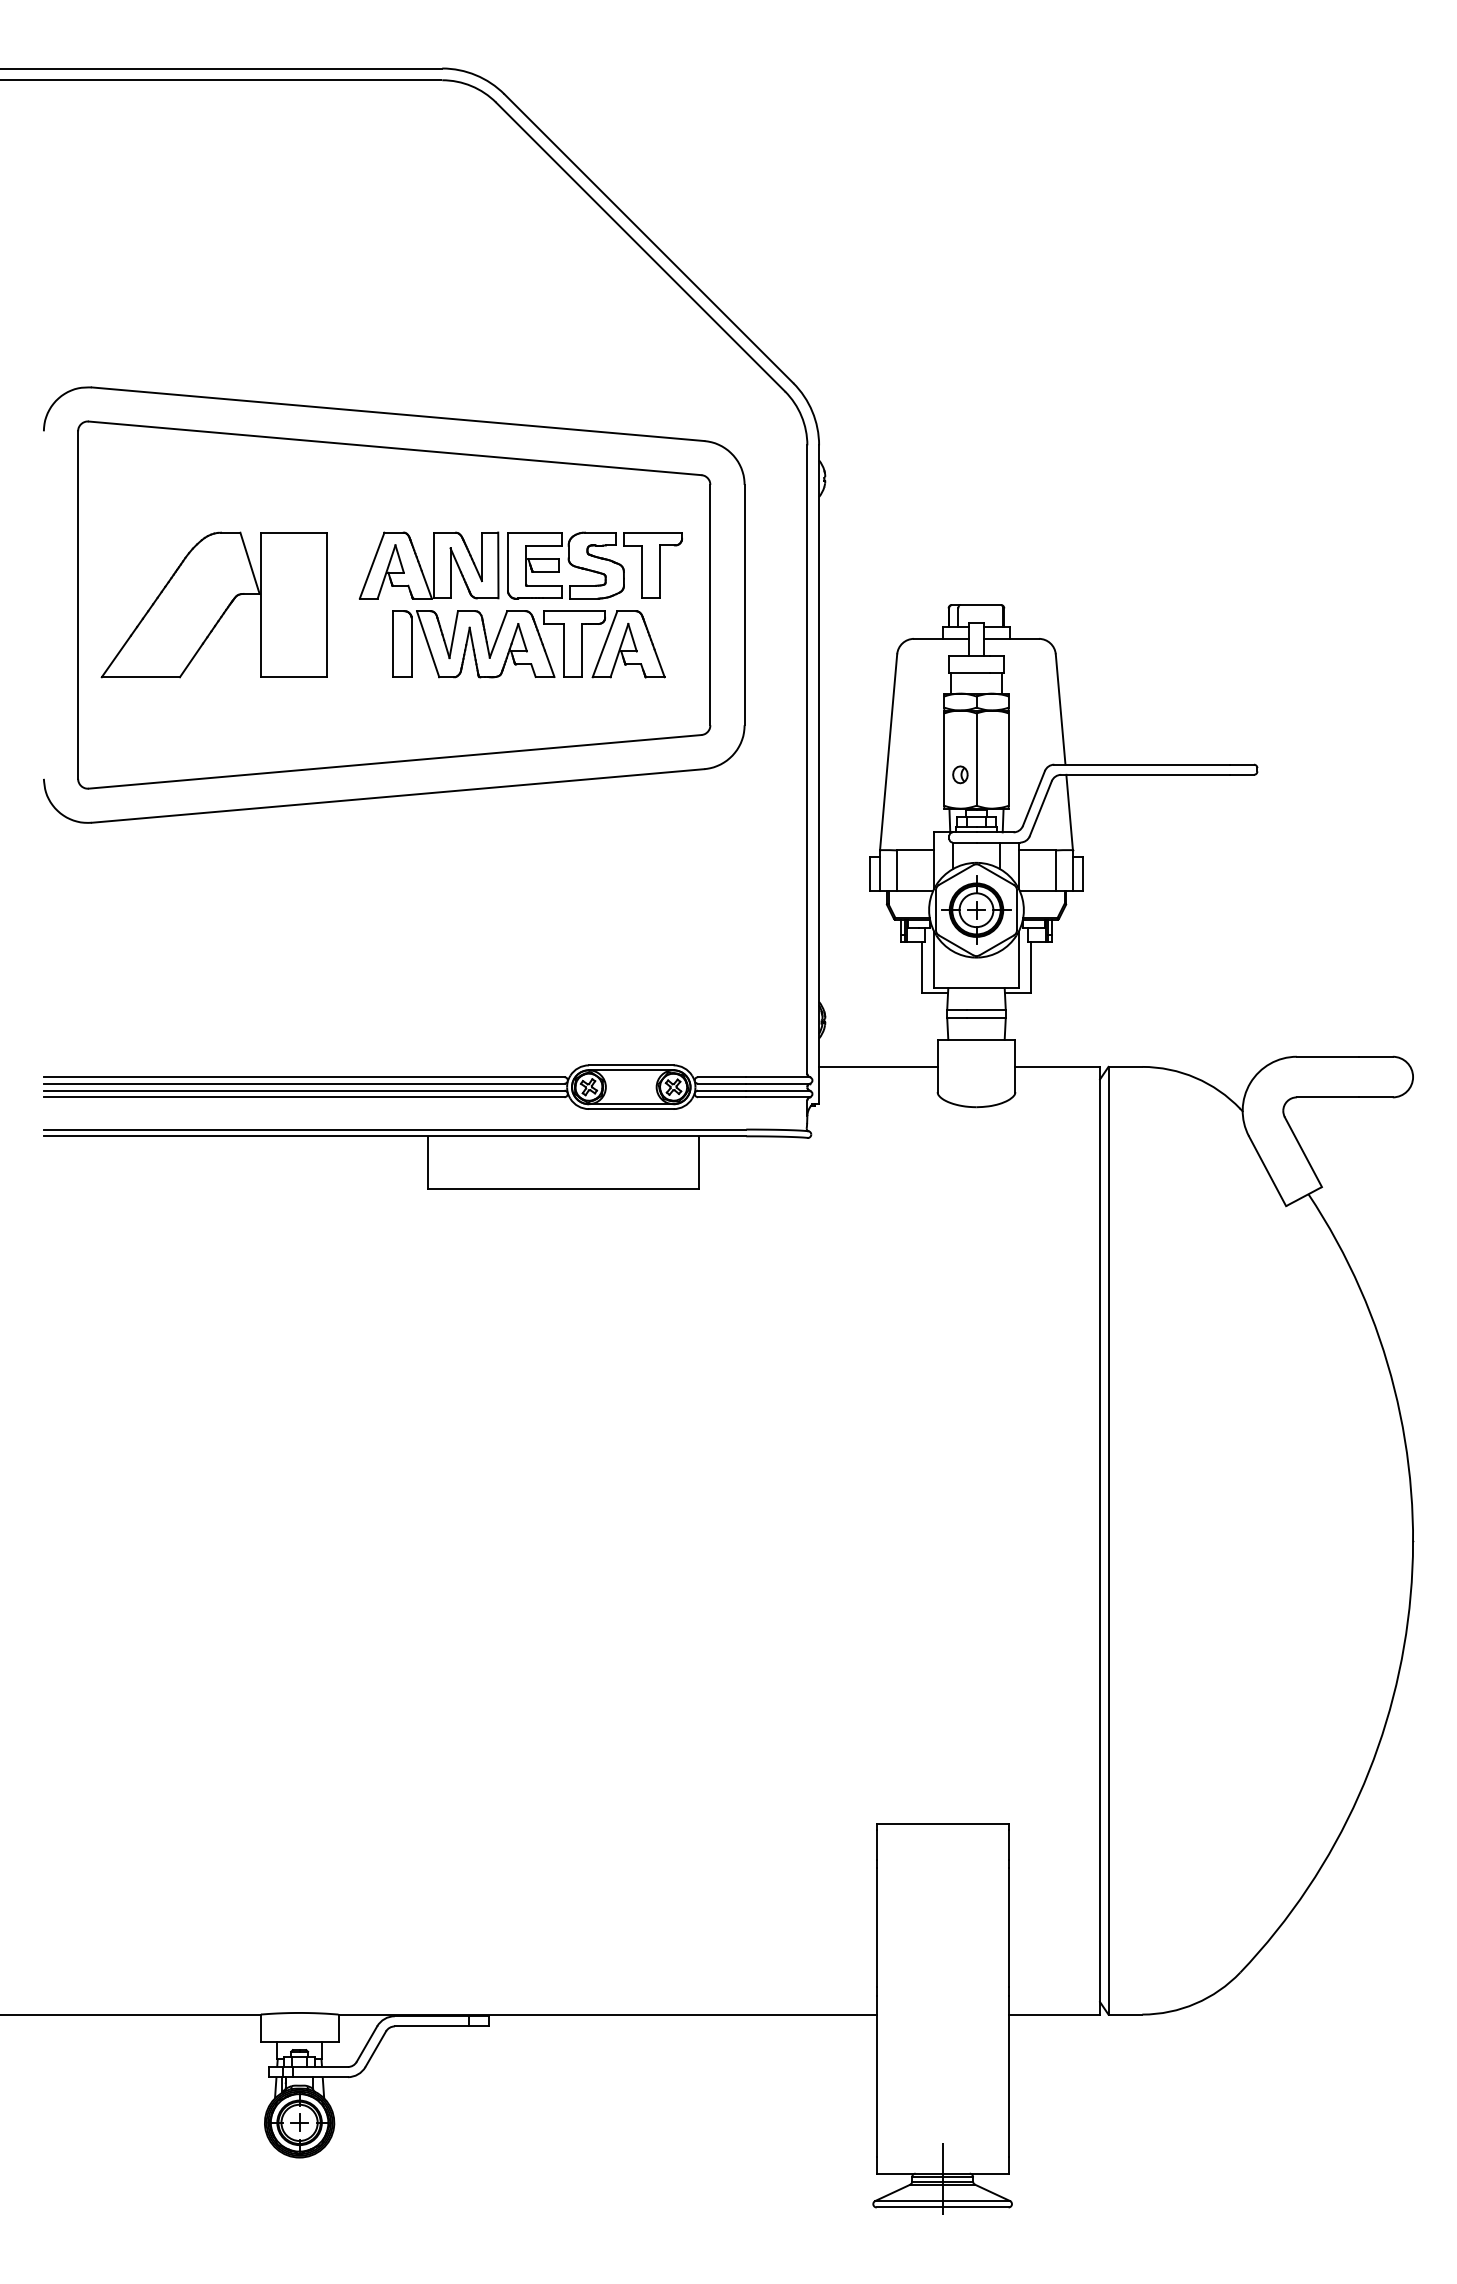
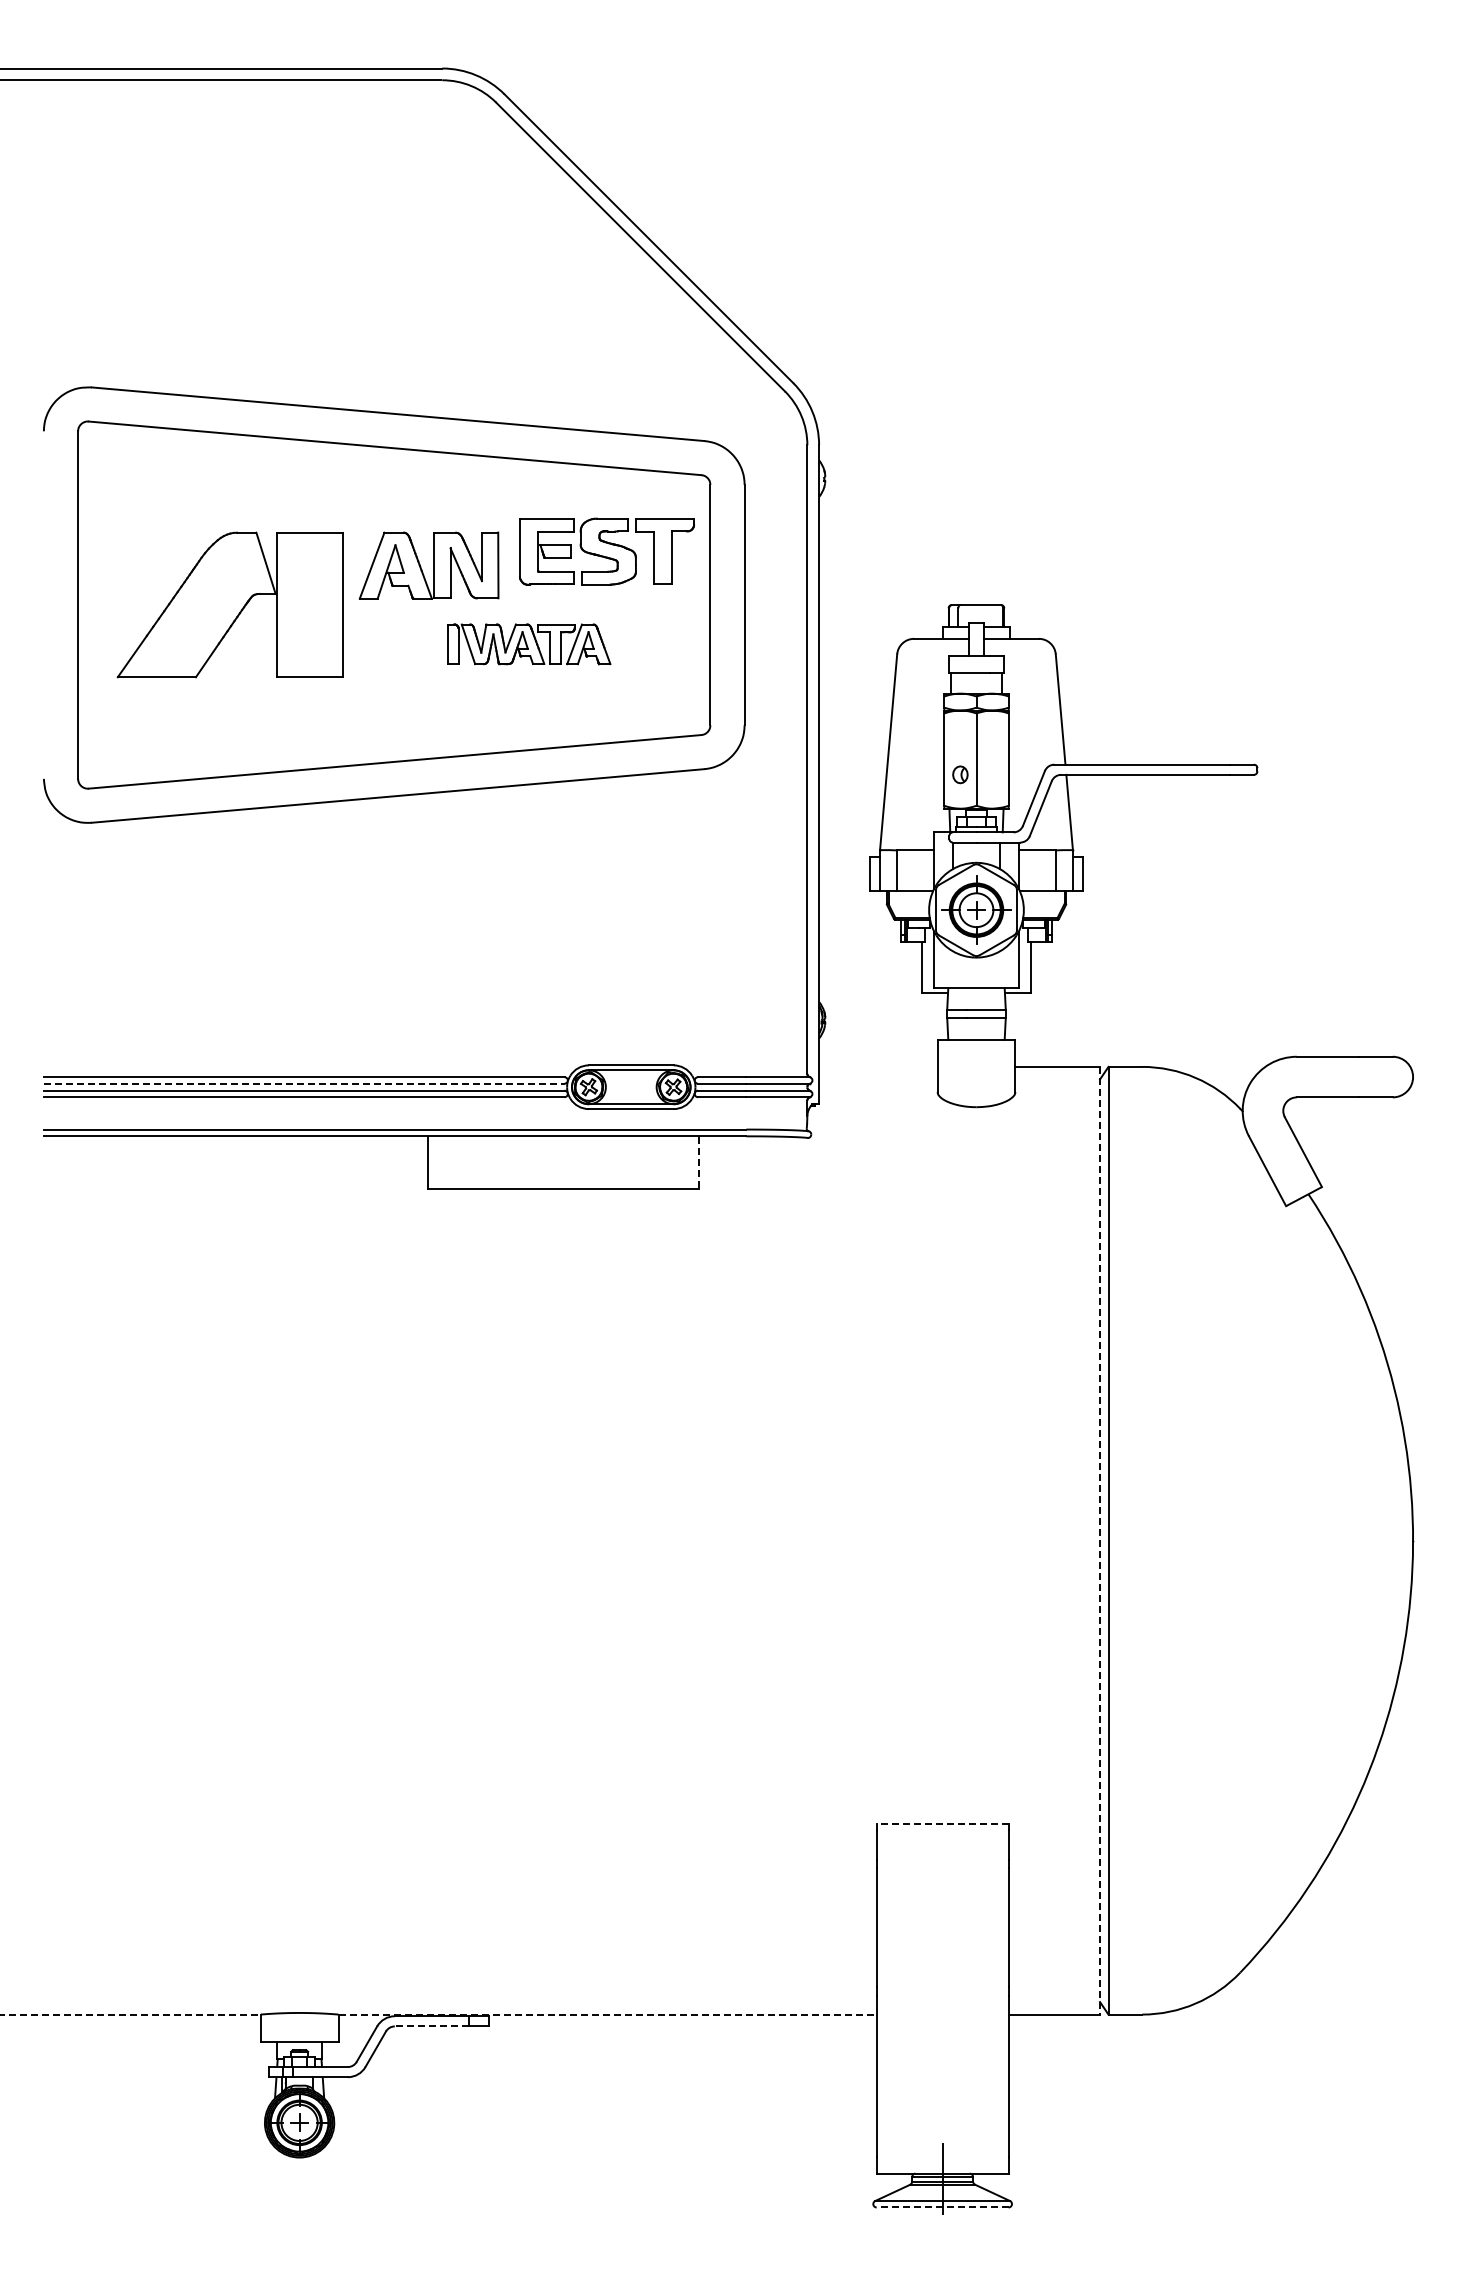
part at (594, 565) position: (594, 565) -> (606, 551)
part at (213, 604) position: (213, 604) -> (229, 604)
part at (528, 644) size: 274x69 px -> 165x43 px
line at (878, 1066): present -> none
line at (304, 1083): solid -> dashed
line at (698, 1163): solid -> dashed
line at (1100, 1540): solid -> dashed
line at (942, 1824): solid -> dashed
line at (130, 2014): solid -> dashed
line at (608, 2014): solid -> dashed
line at (431, 2026): solid -> dashed
line at (942, 2207): solid -> dashed
